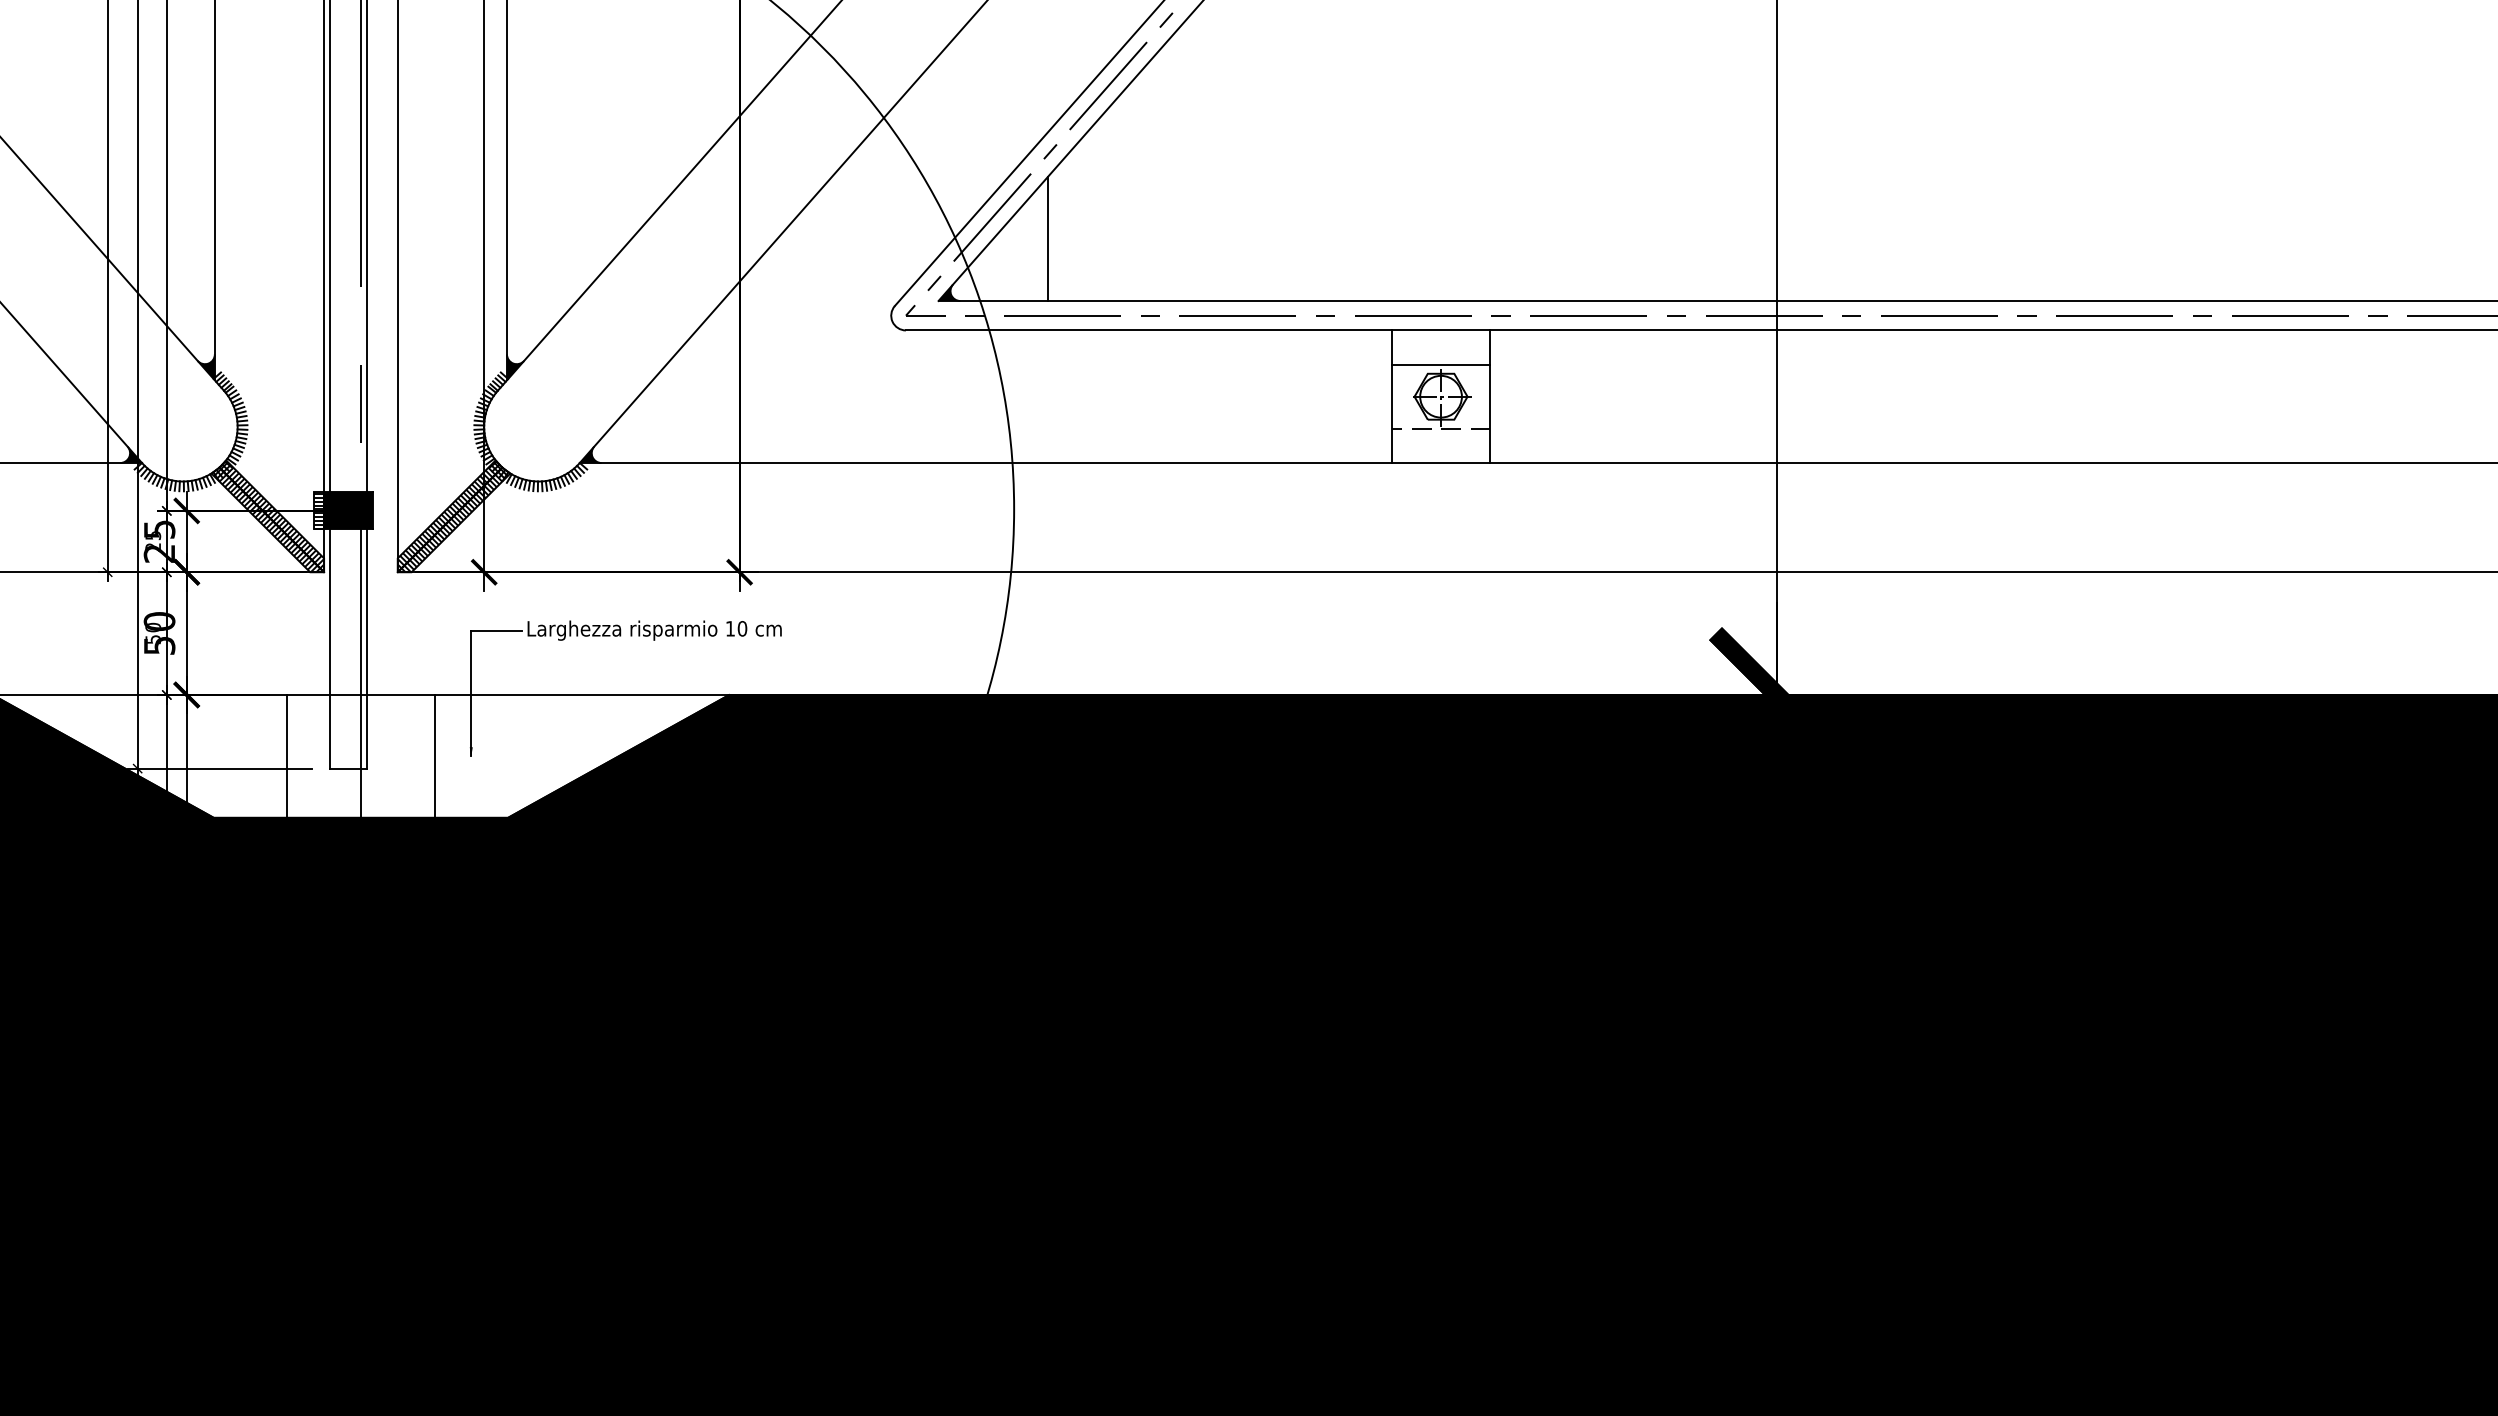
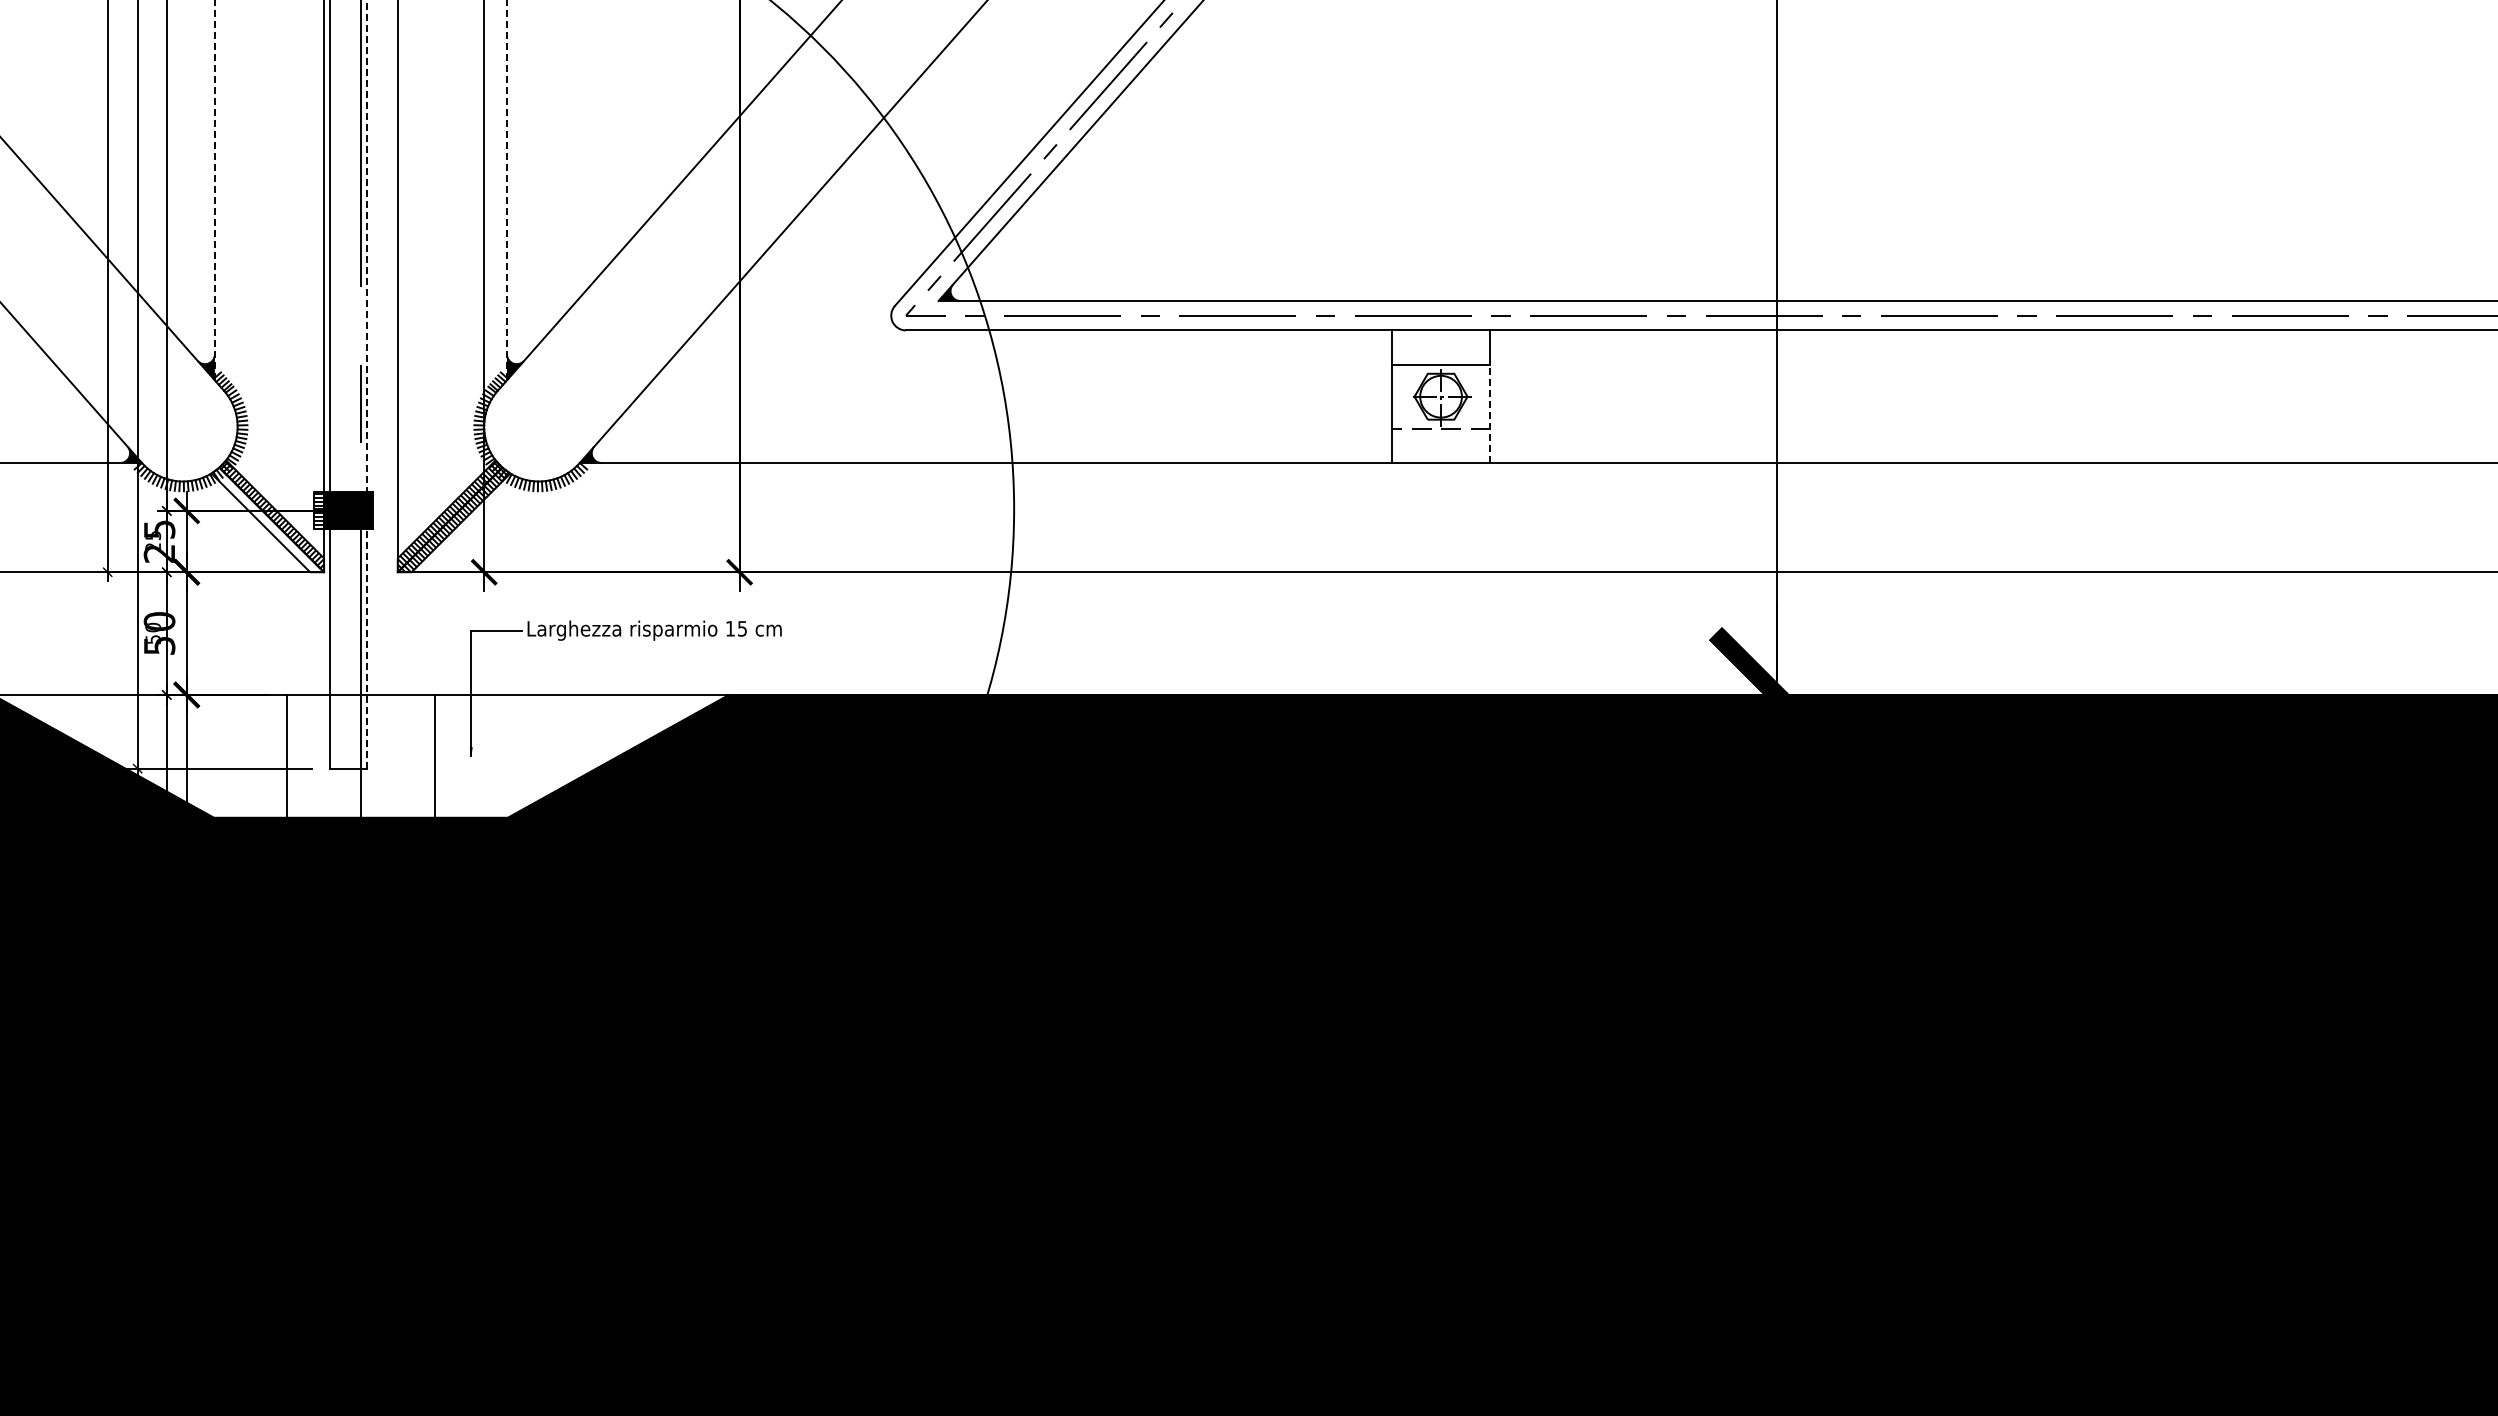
line at (214, 190): solid -> dashed
line at (506, 190): solid -> dashed
line at (1048, 238): present -> none
line at (367, 384): solid -> dashed
line at (1490, 413): solid -> dashed
hatch at (268, 520): present -> none
text at (742, 628): 10 -> 15
